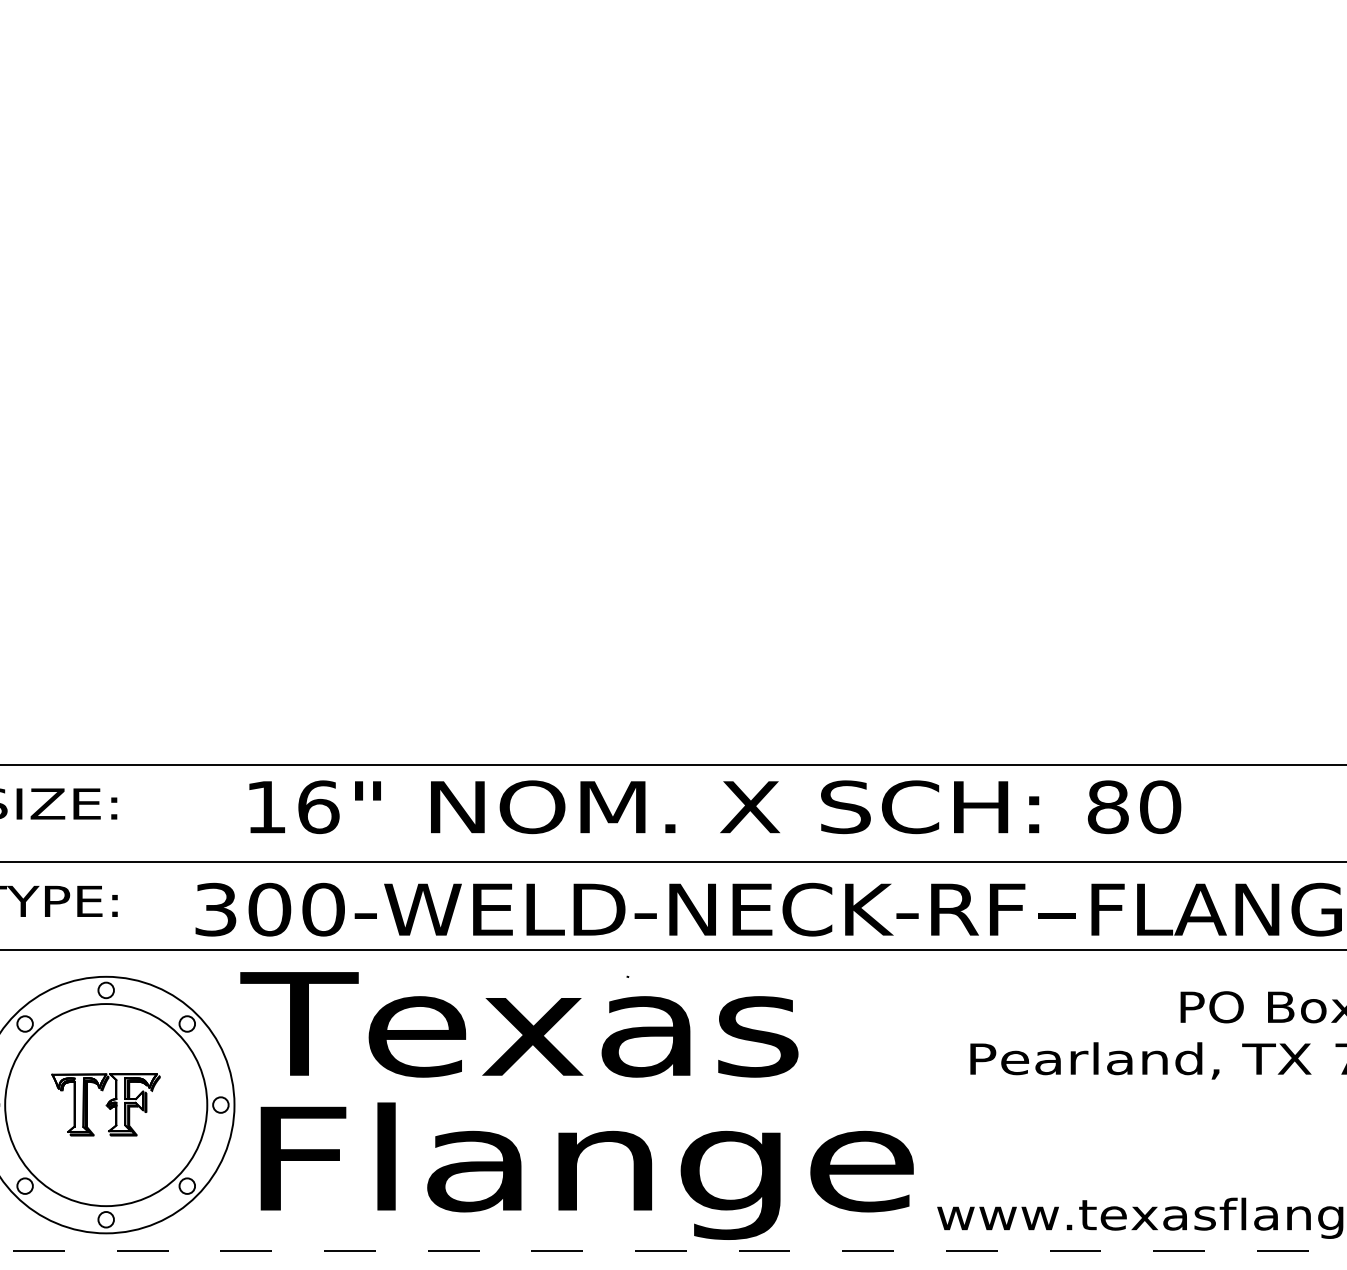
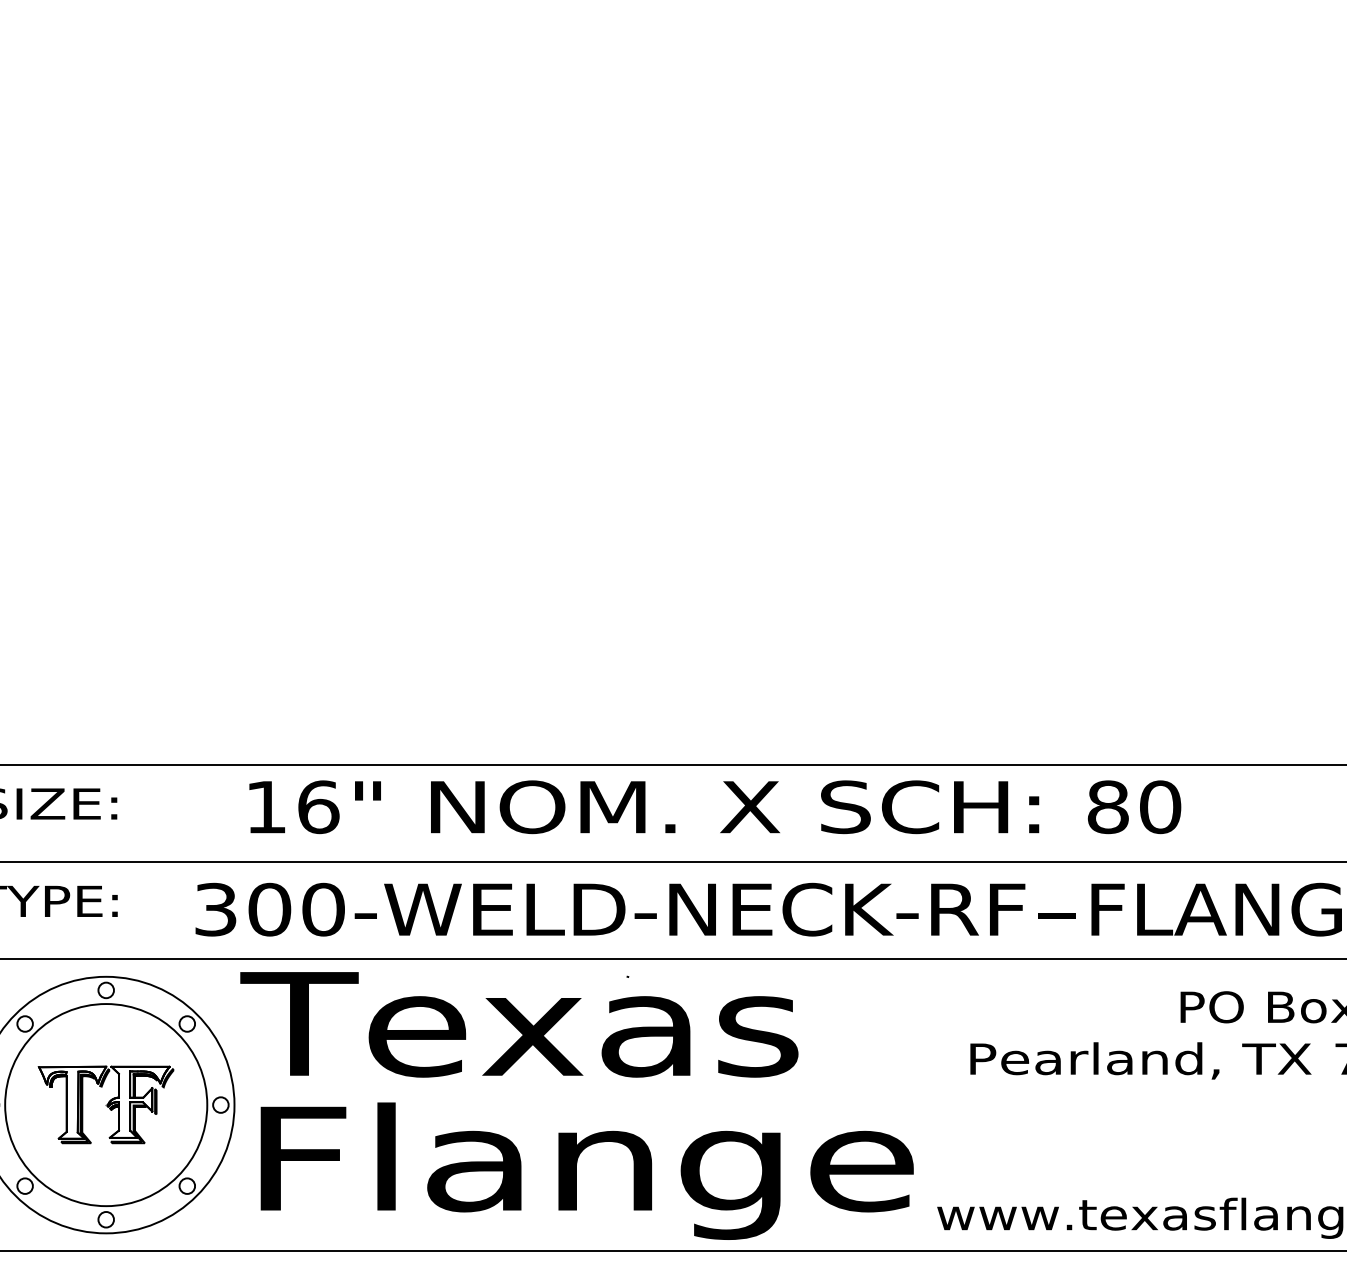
line at (672, 950) position: (672, 950) -> (672, 959)
part at (105, 1104) size: 110x64 px -> 138x80 px
line at (673, 1250): dashed -> solid
